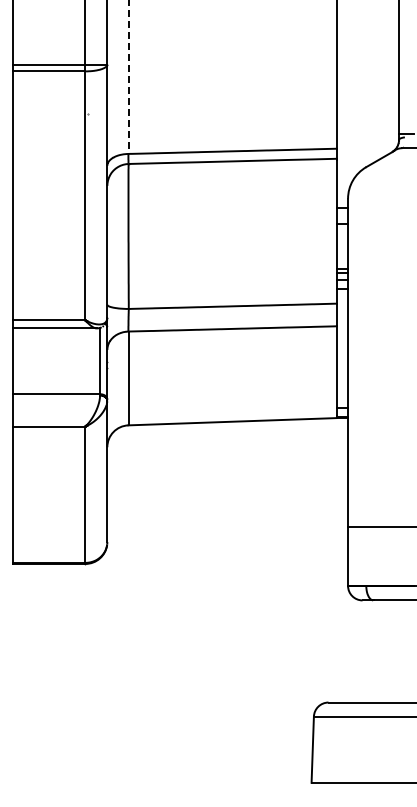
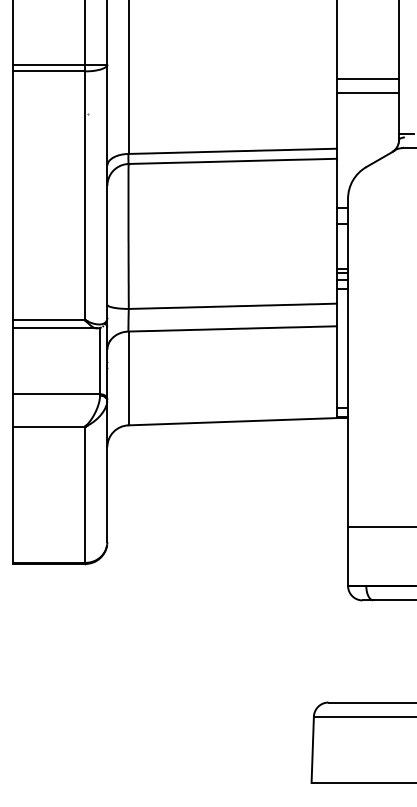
line at (128, 77): dashed -> solid
line at (368, 79): none -> present
line at (368, 93): none -> present
